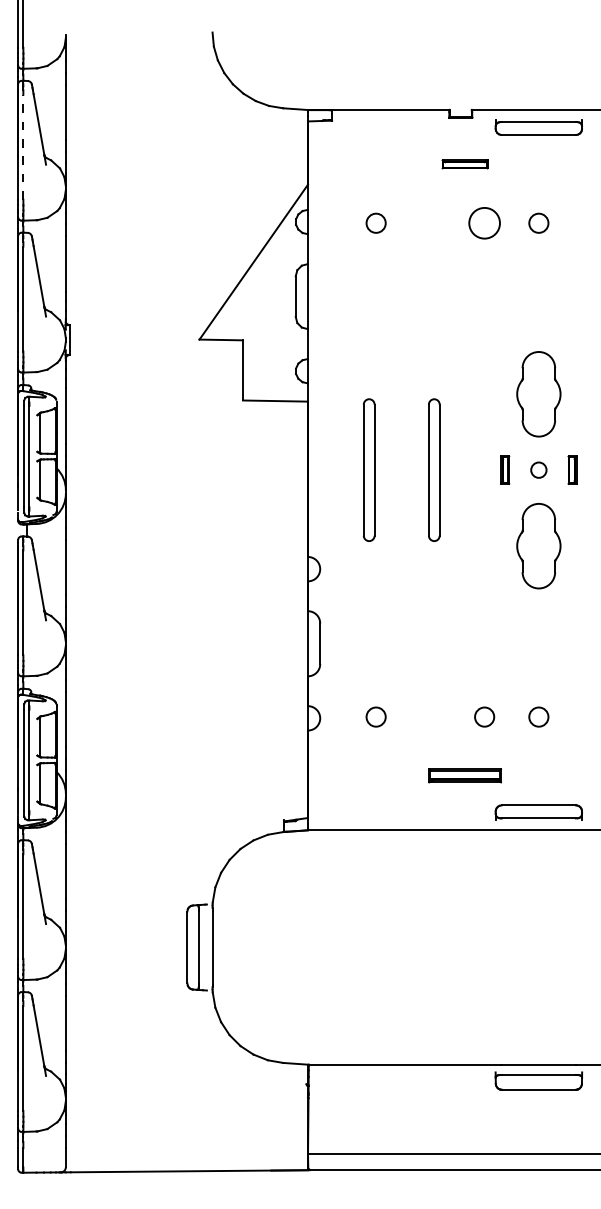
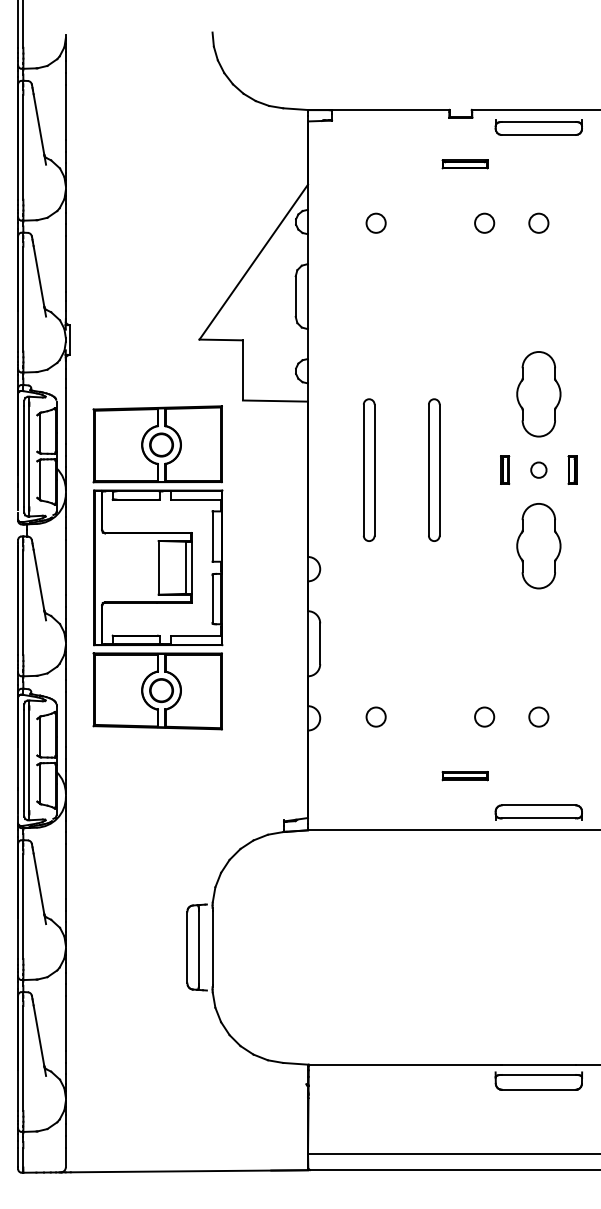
line at (23, 146): dashed -> solid
circle at (484, 222) diameter: 31 px -> 19 px
part at (157, 567): none -> present
part at (465, 775) size: 75x16 px -> 48x11 px
